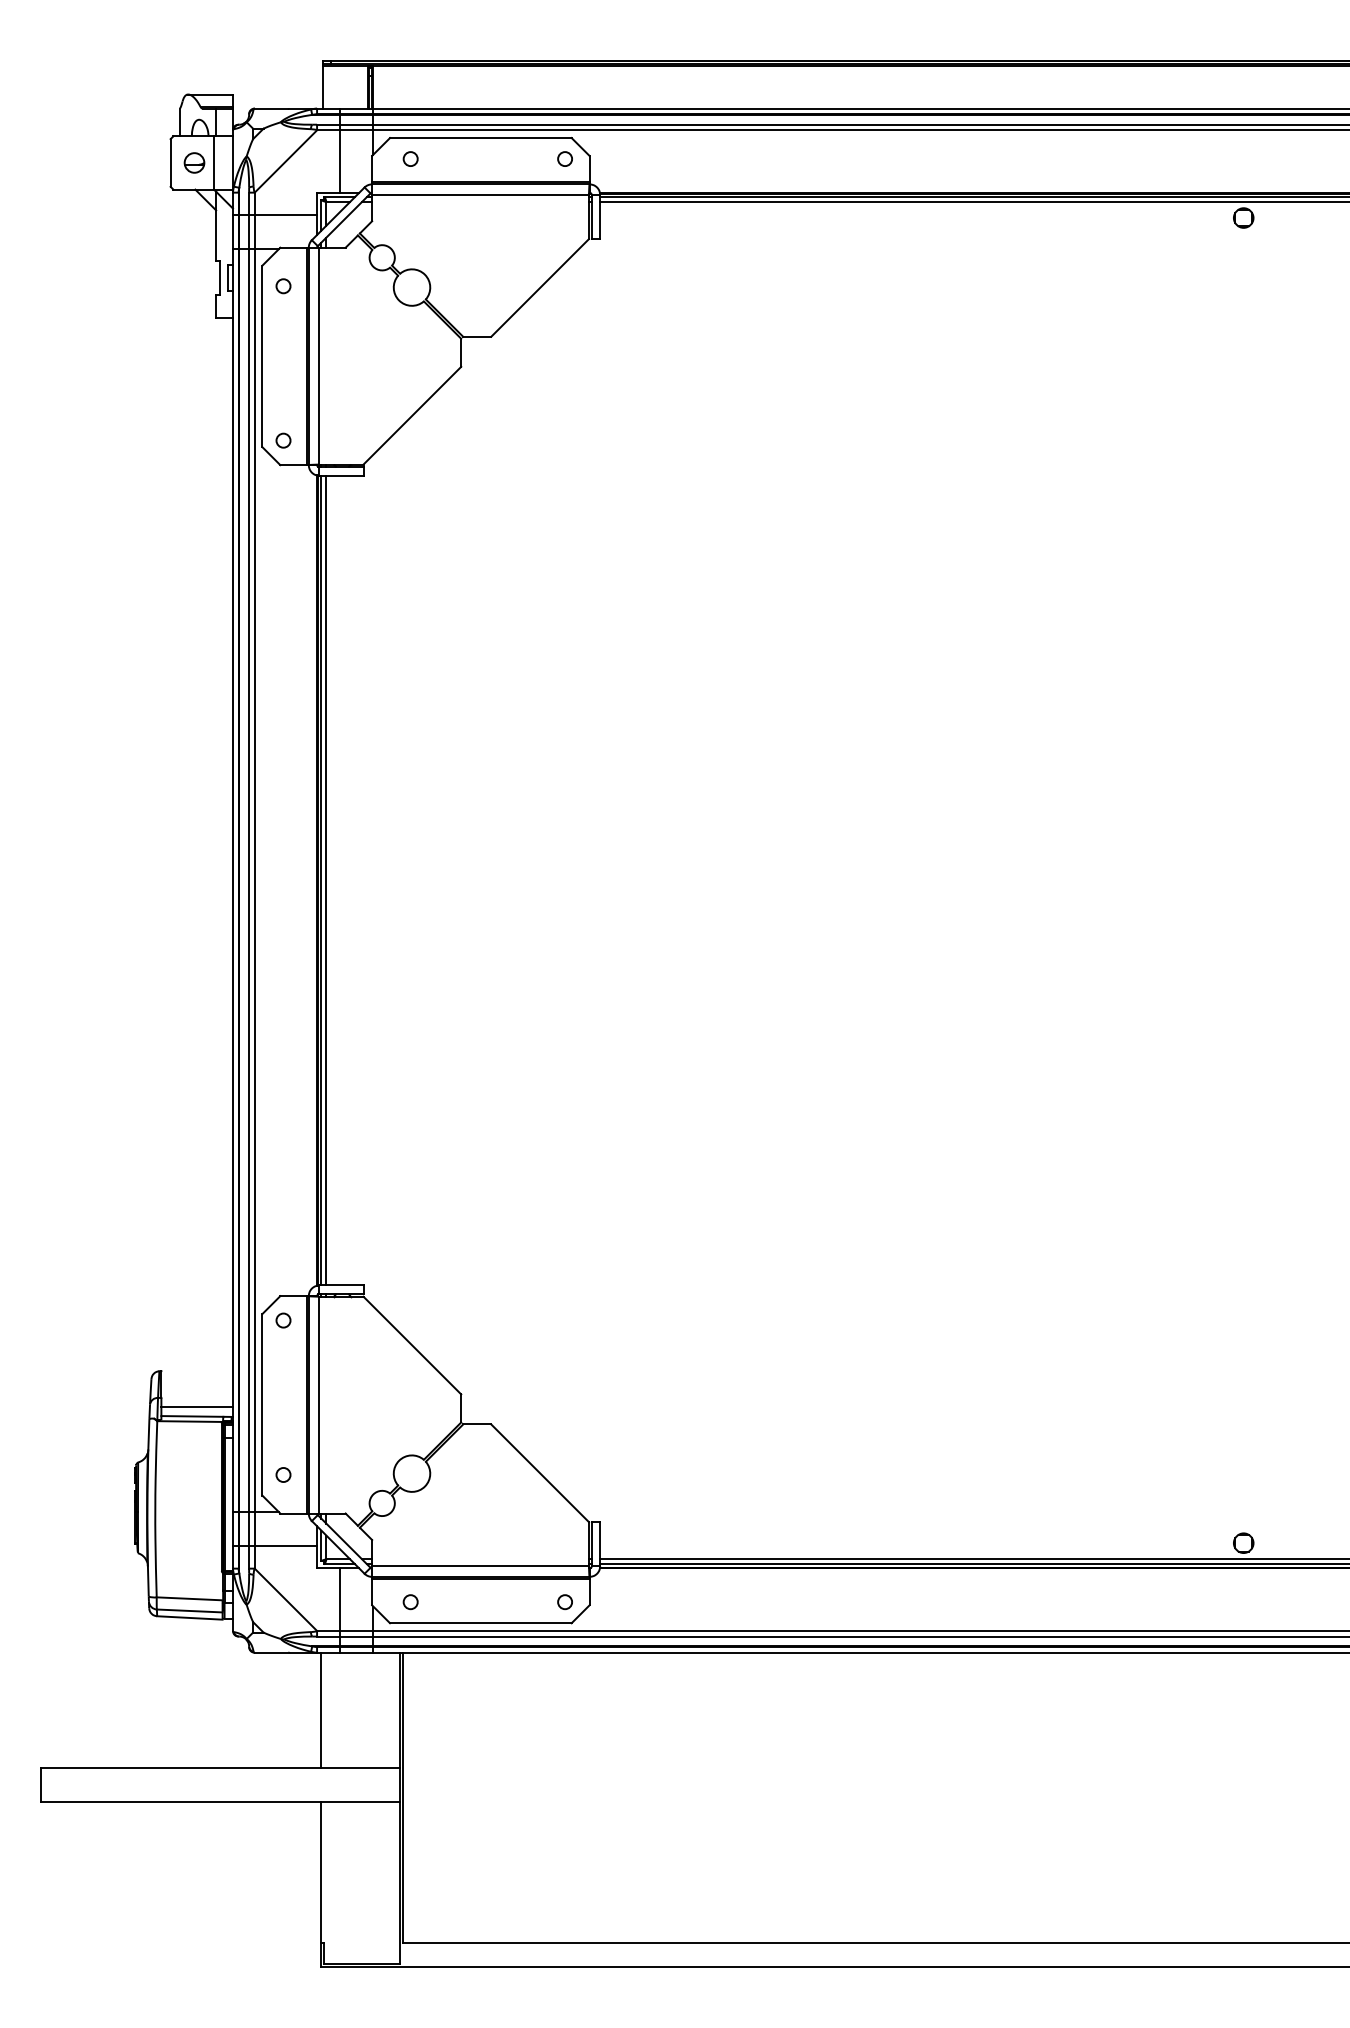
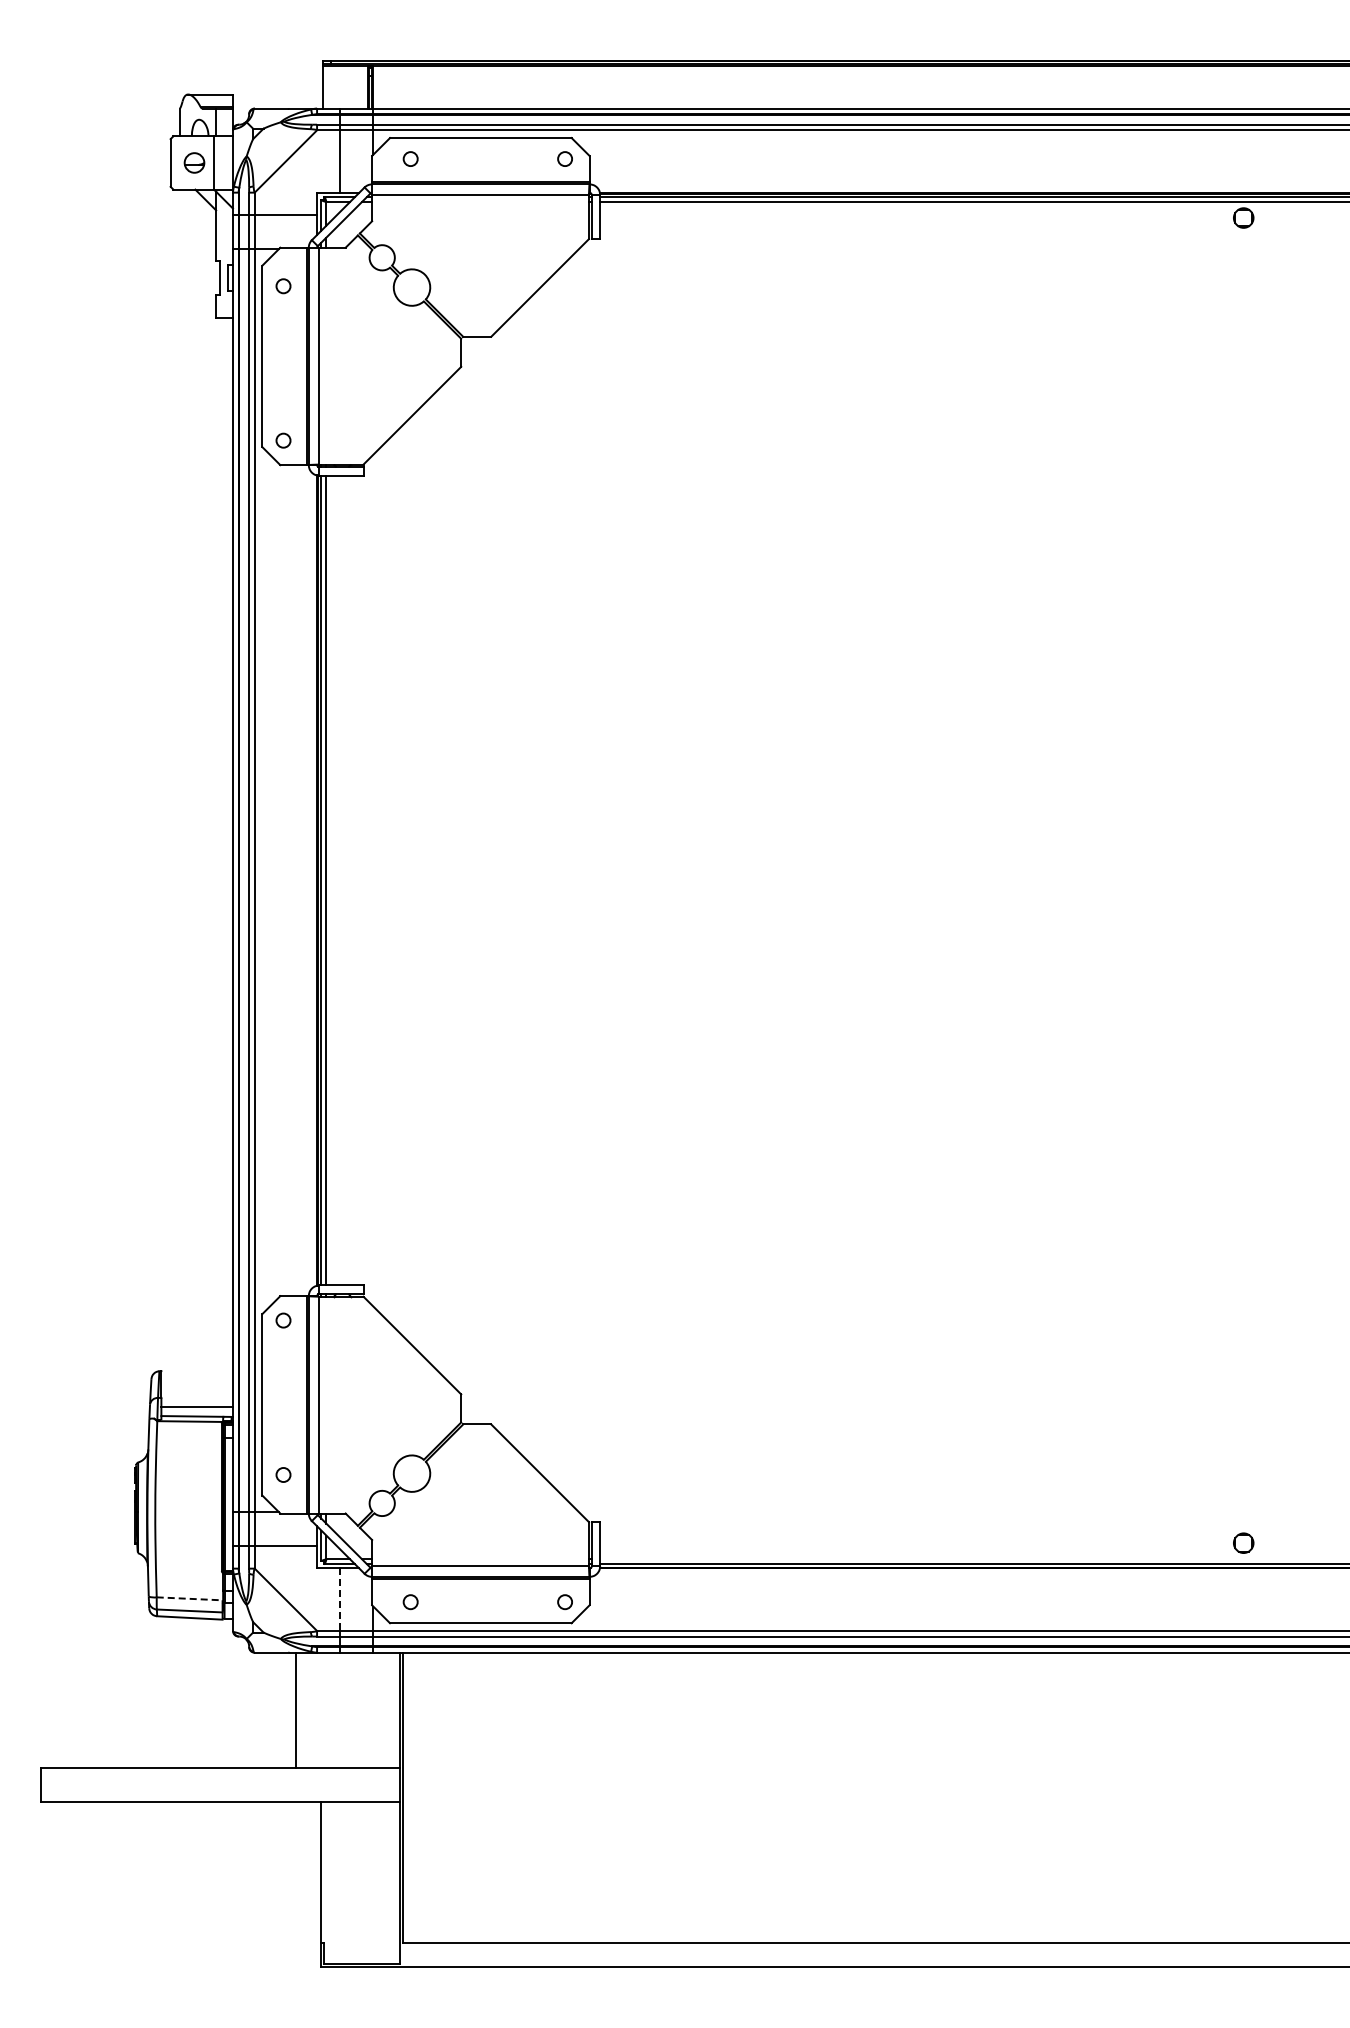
line at (973, 1559): present -> none
line at (189, 1598): solid -> dashed
line at (339, 1600): solid -> dashed
line at (321, 1709) position: (321, 1709) -> (296, 1709)
